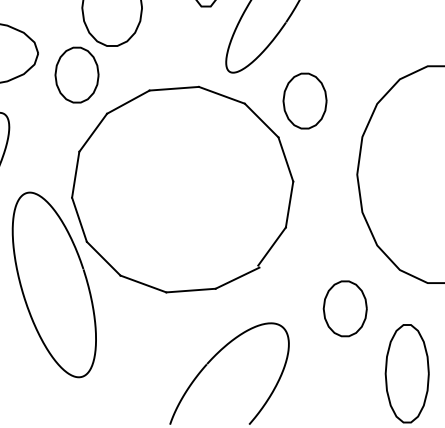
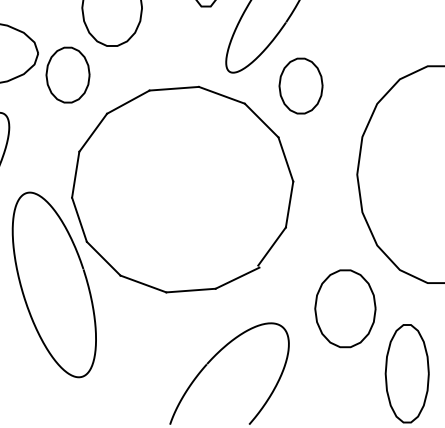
part at (76, 74) position: (76, 74) -> (67, 74)
part at (304, 100) position: (304, 100) -> (300, 85)
part at (344, 308) size: 46x58 px -> 63x80 px
